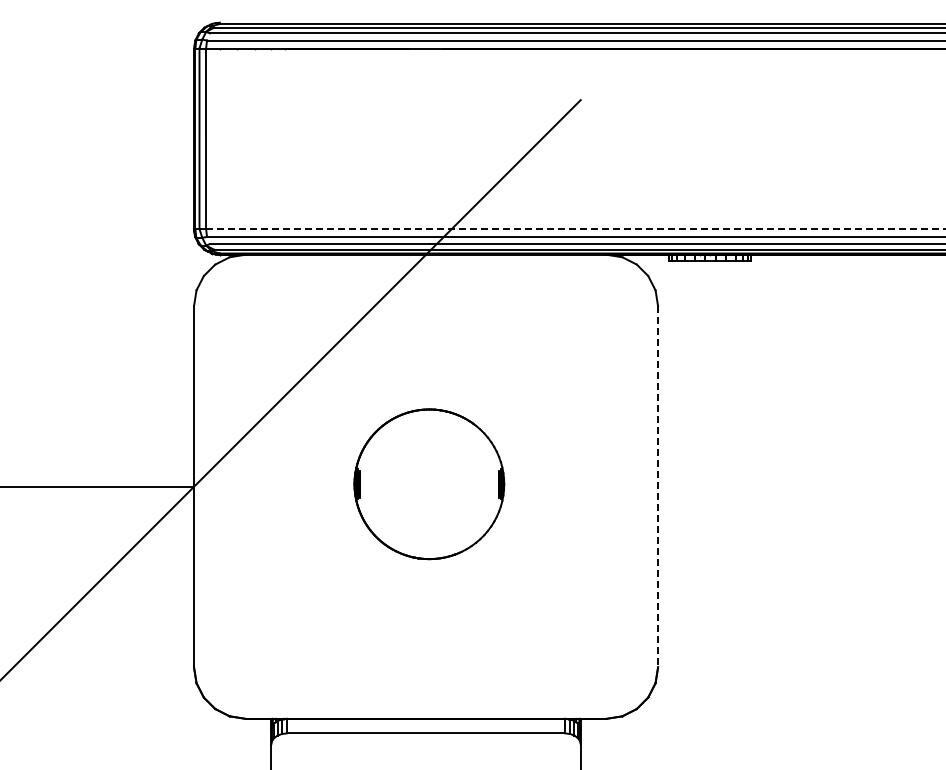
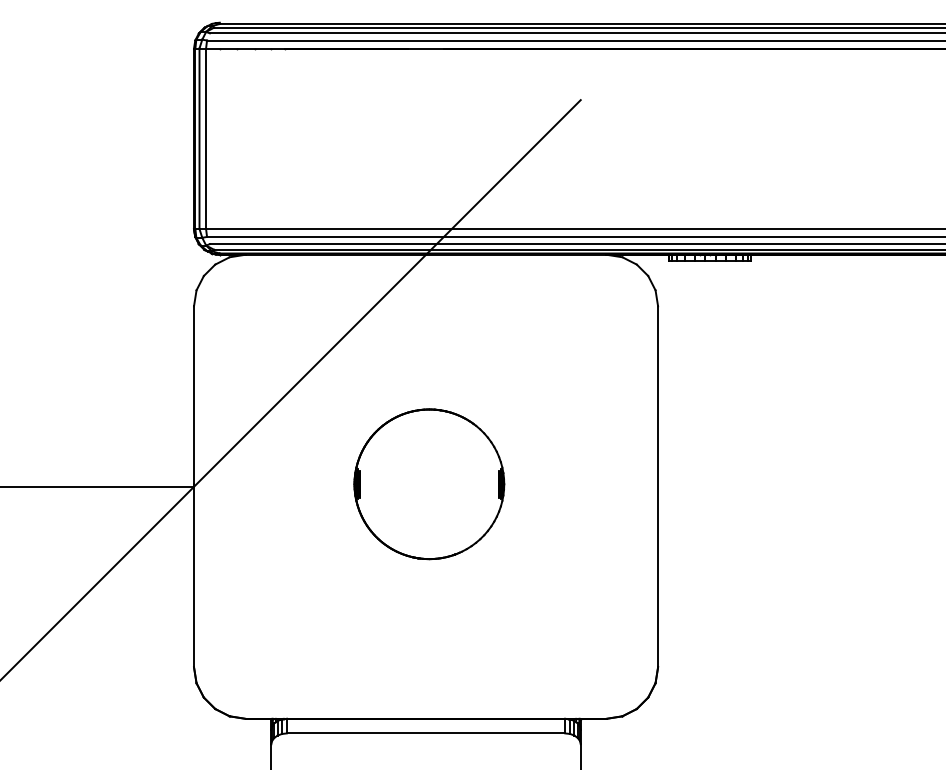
line at (576, 228): dashed -> solid
line at (658, 487): dashed -> solid
